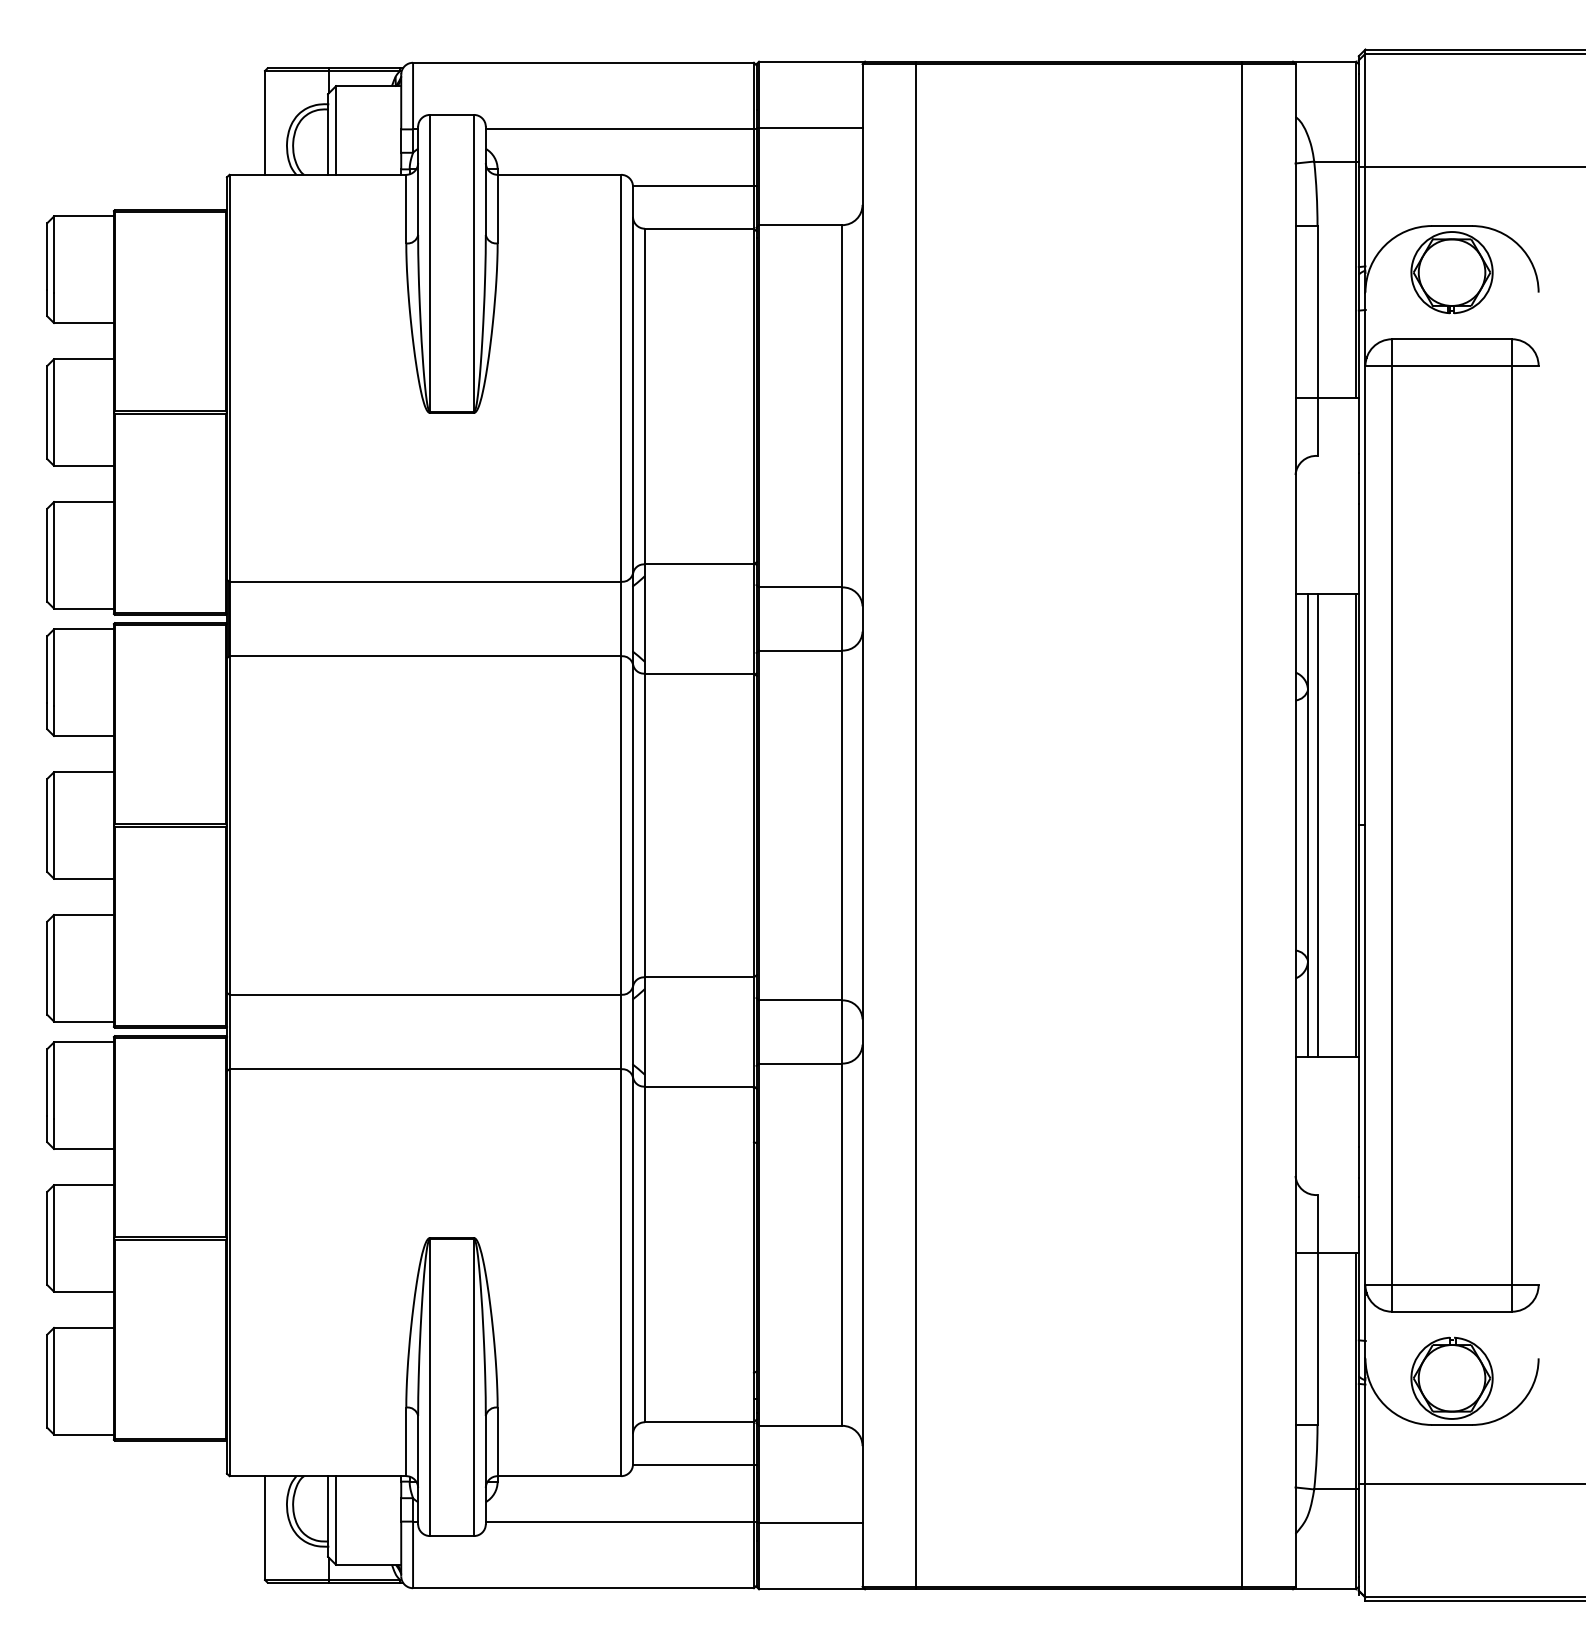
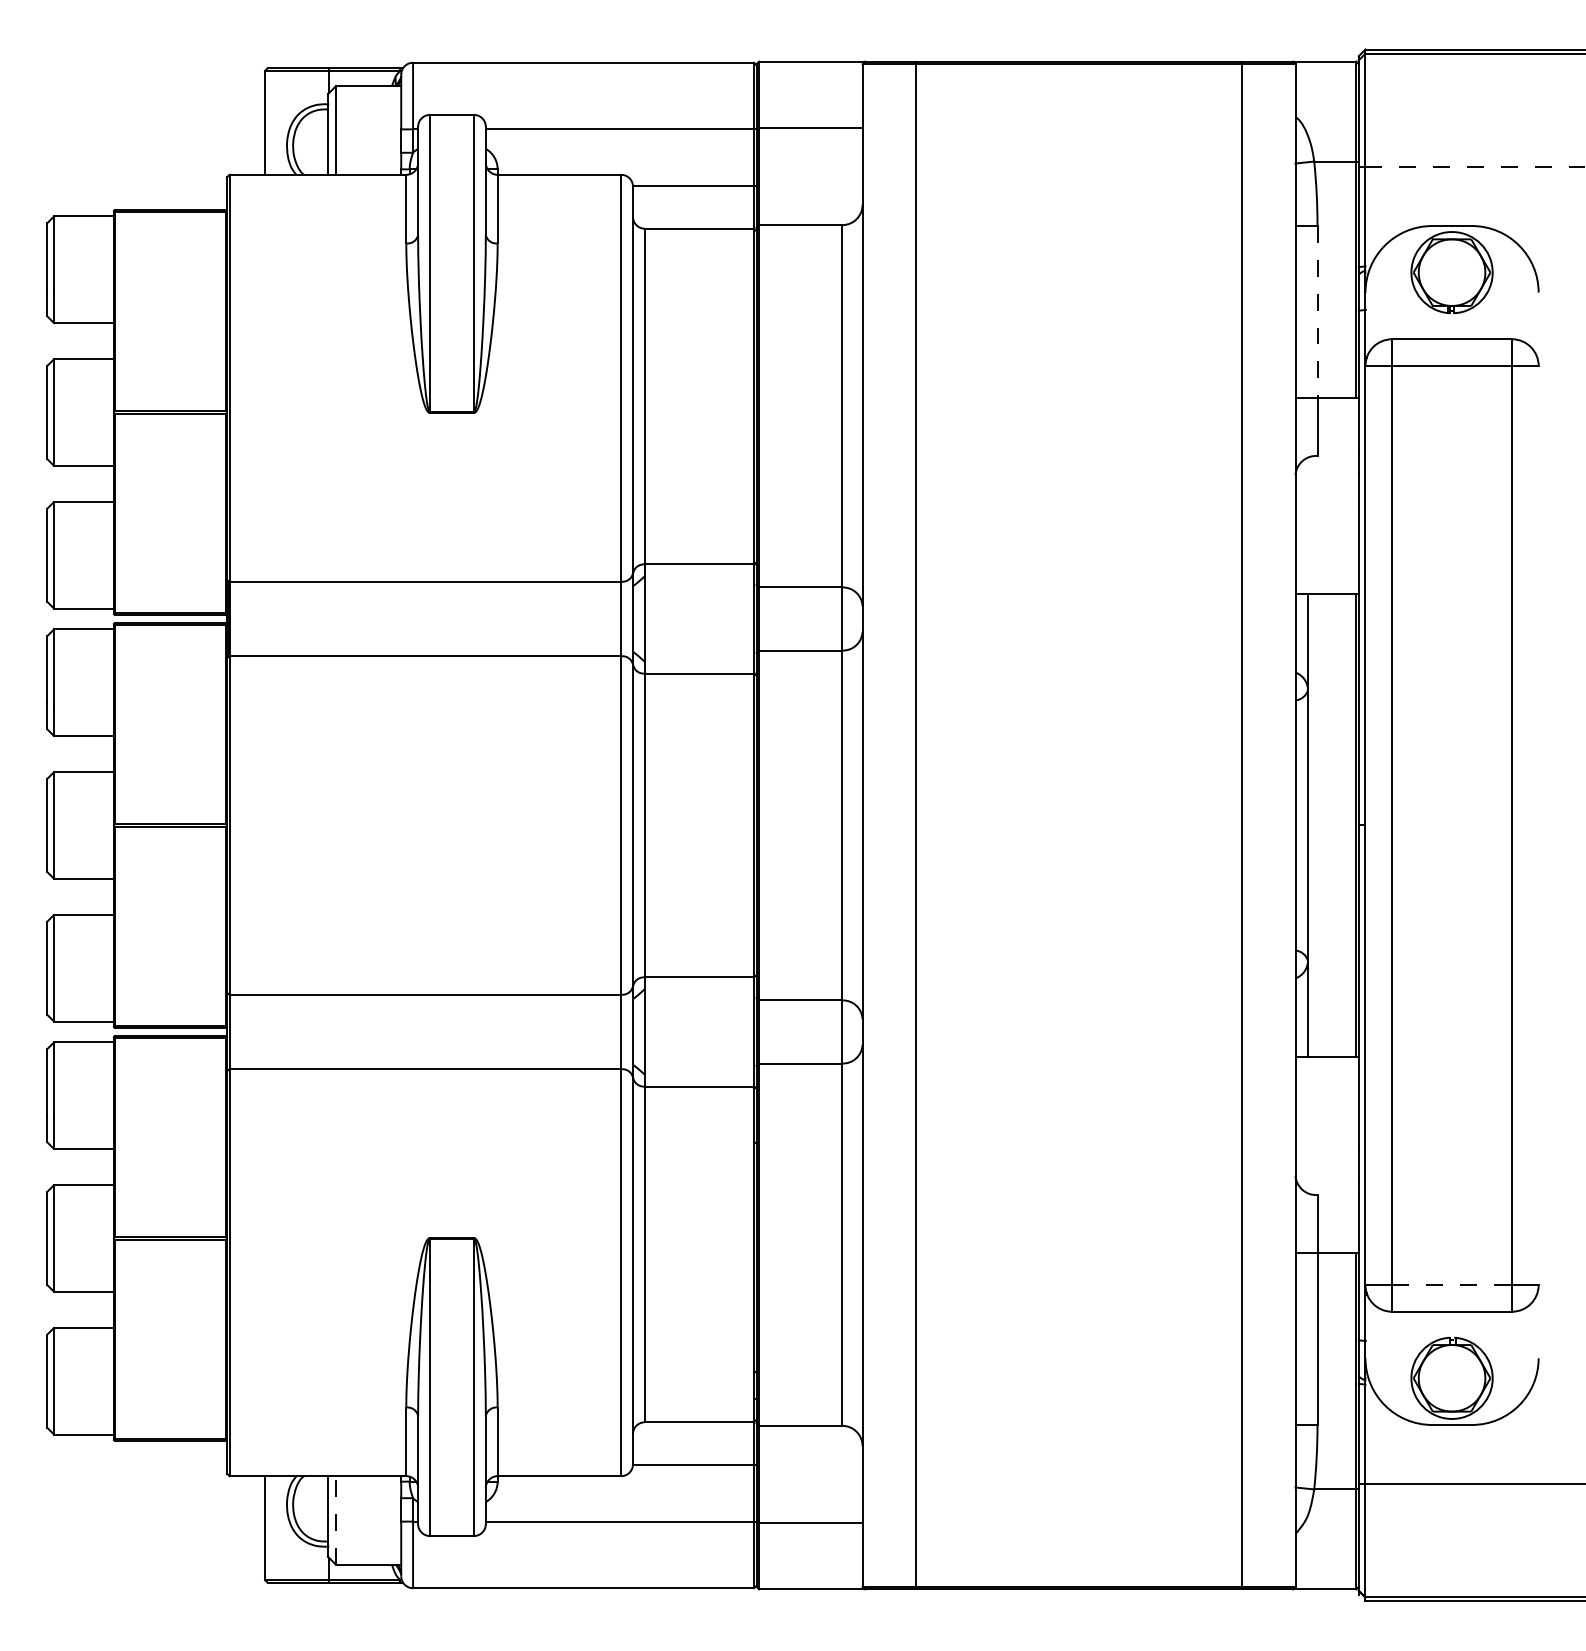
line at (1475, 166): solid -> dashed
line at (1317, 312): solid -> dashed
line at (1318, 825): present -> none
line at (1452, 1285): solid -> dashed
line at (336, 1520): solid -> dashed
